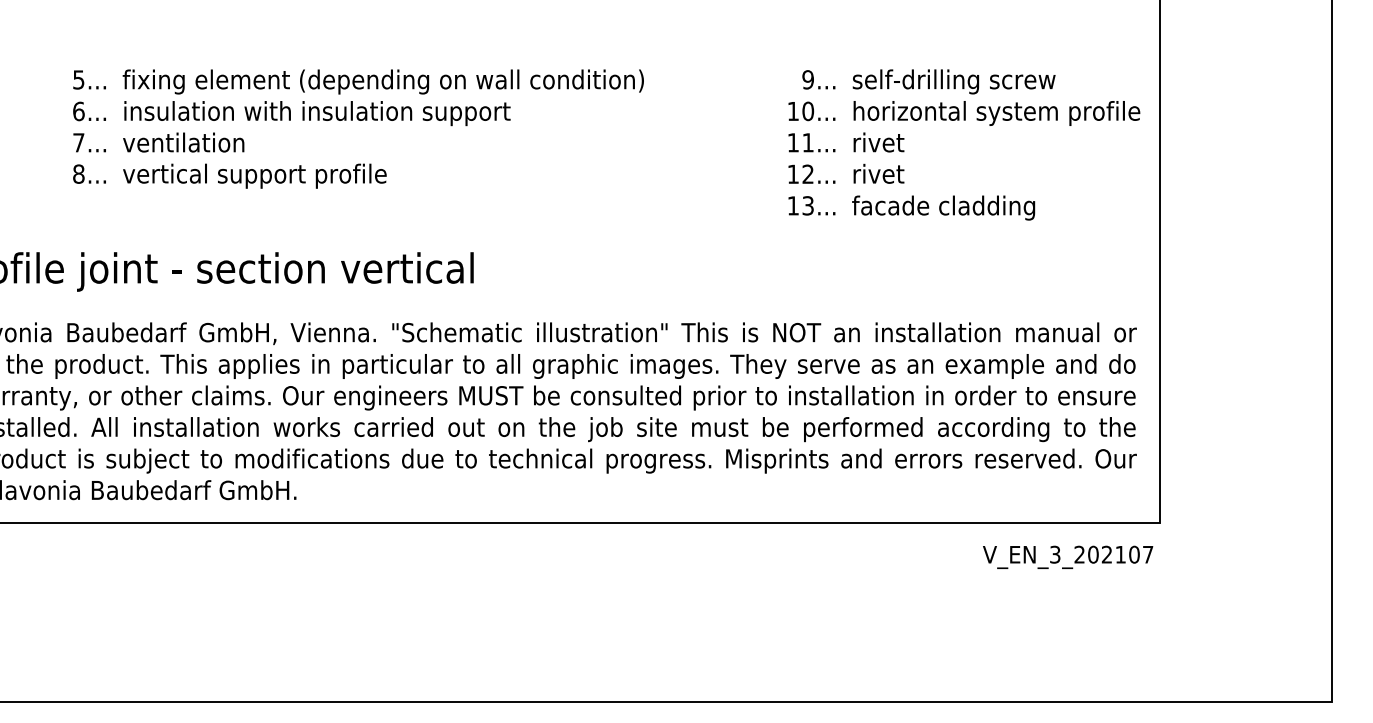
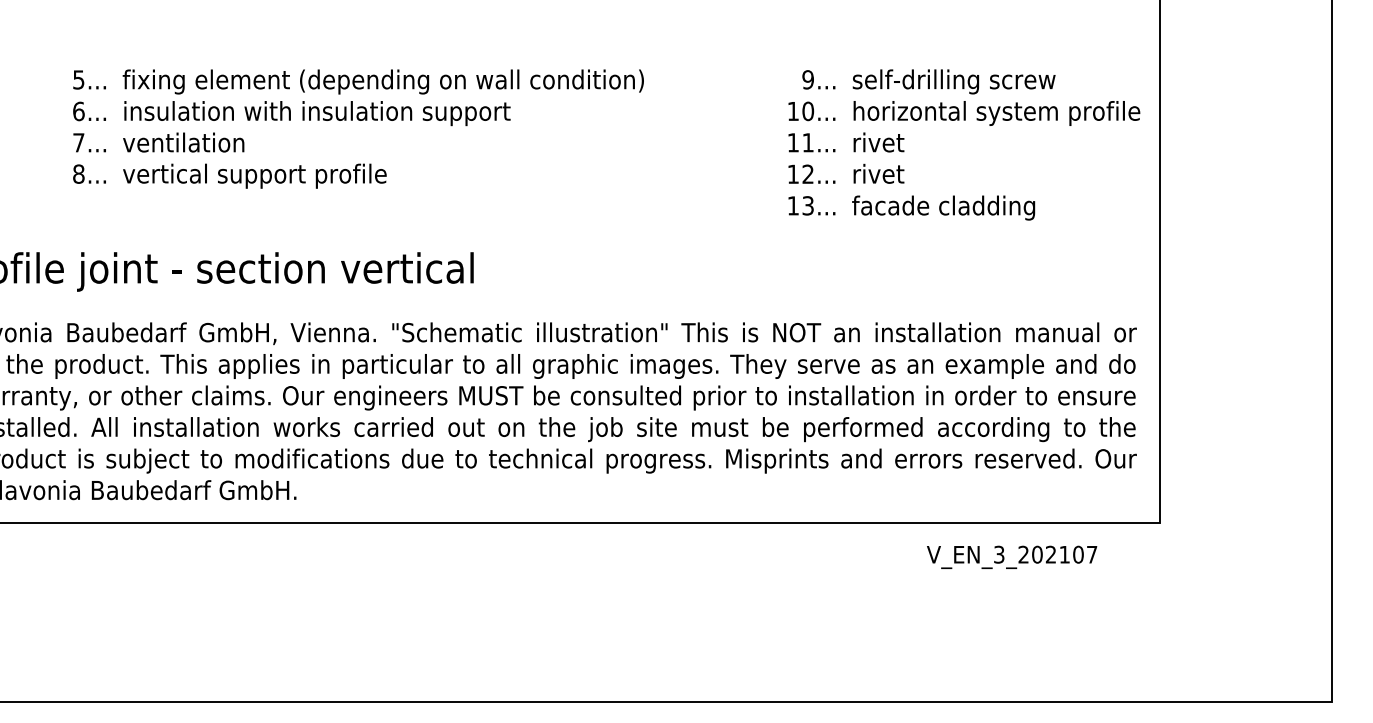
text at (1068, 556) position: (1068, 556) -> (1012, 556)
